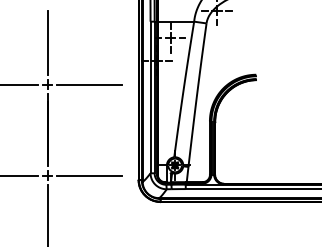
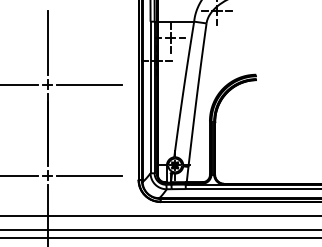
line at (160, 215): none -> present
line at (160, 230): none -> present
line at (160, 237): none -> present
